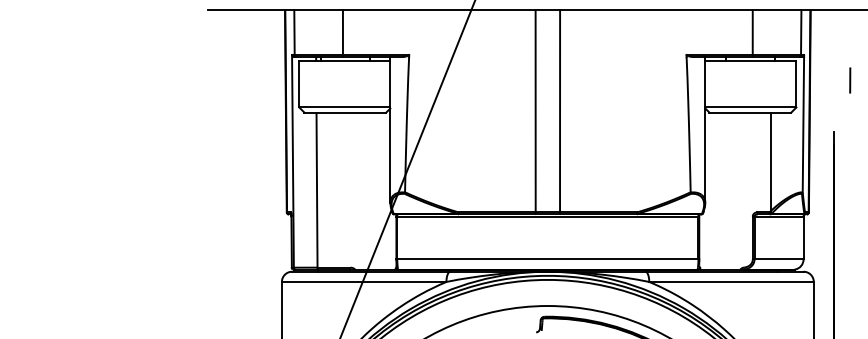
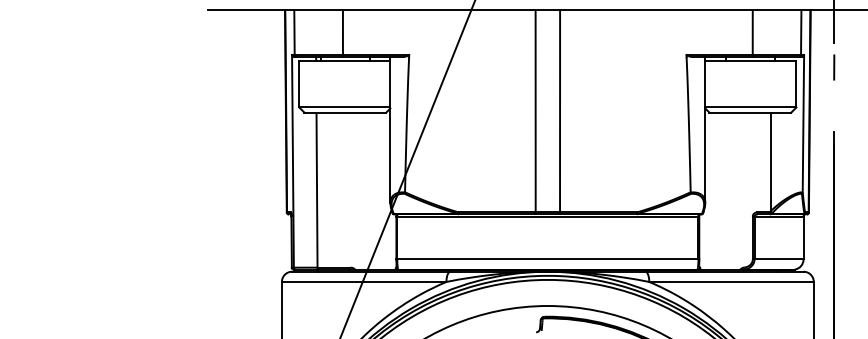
line at (834, 23): none -> present
line at (850, 80) position: (850, 80) -> (834, 67)
